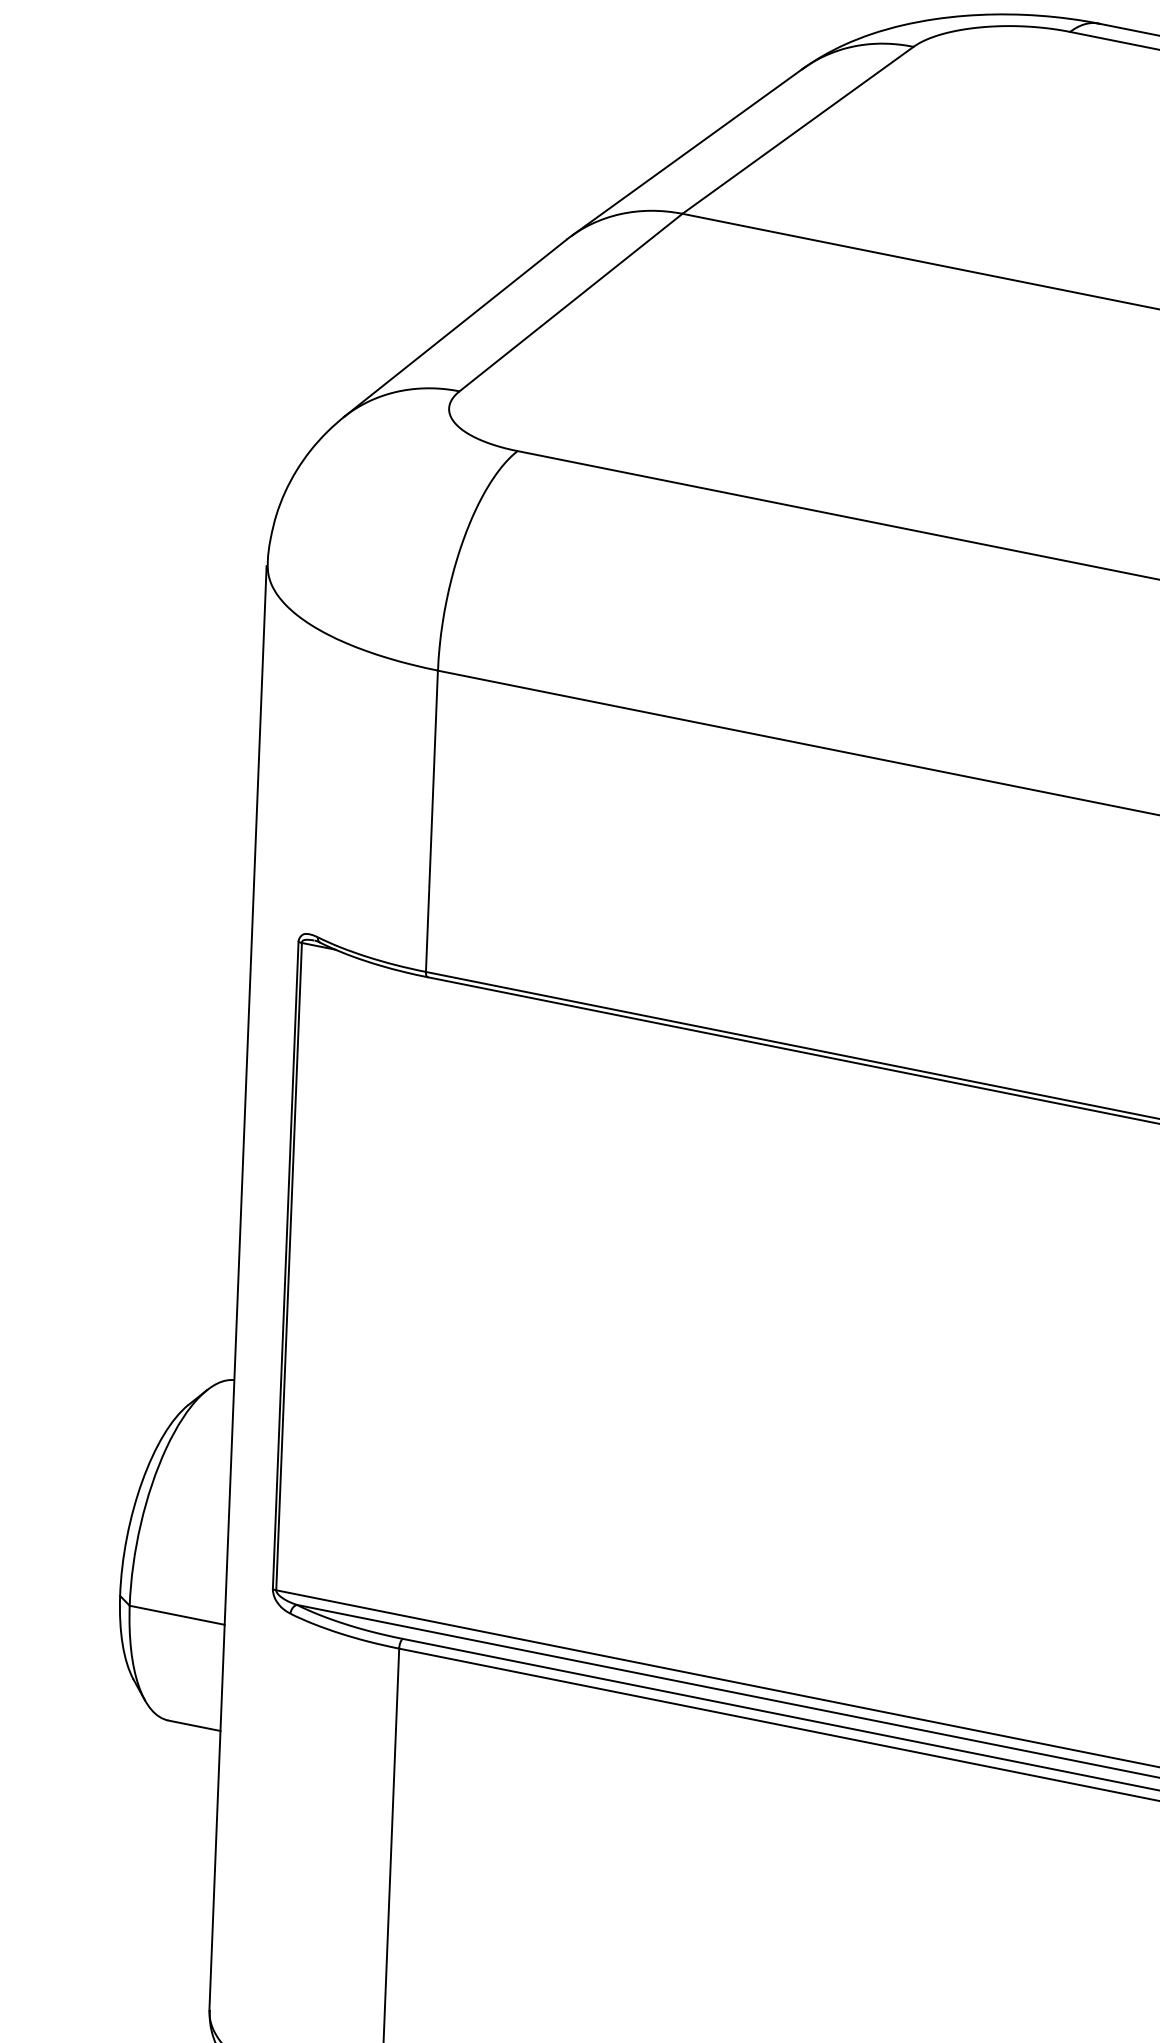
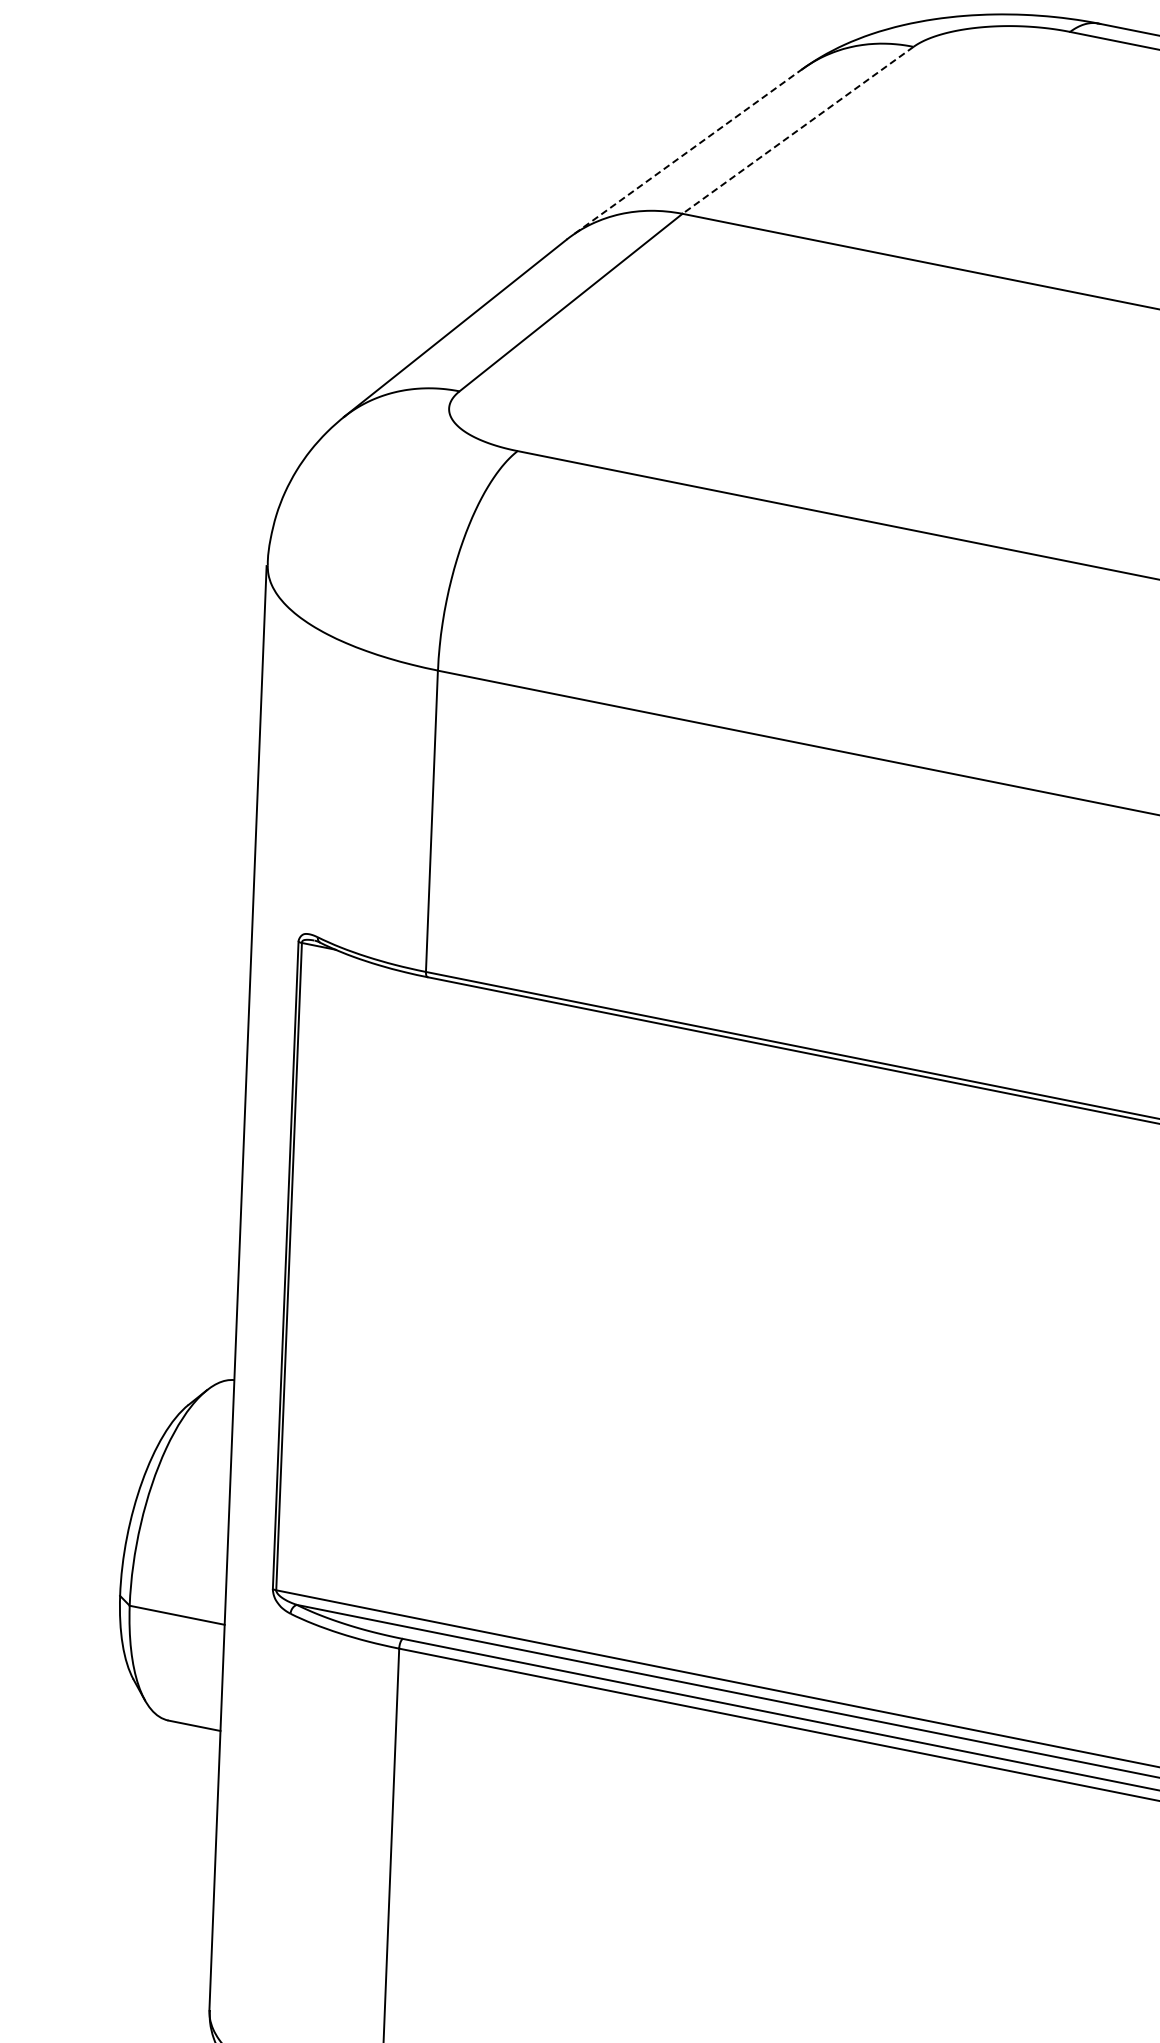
line at (798, 130): solid -> dashed
line at (687, 152): solid -> dashed
